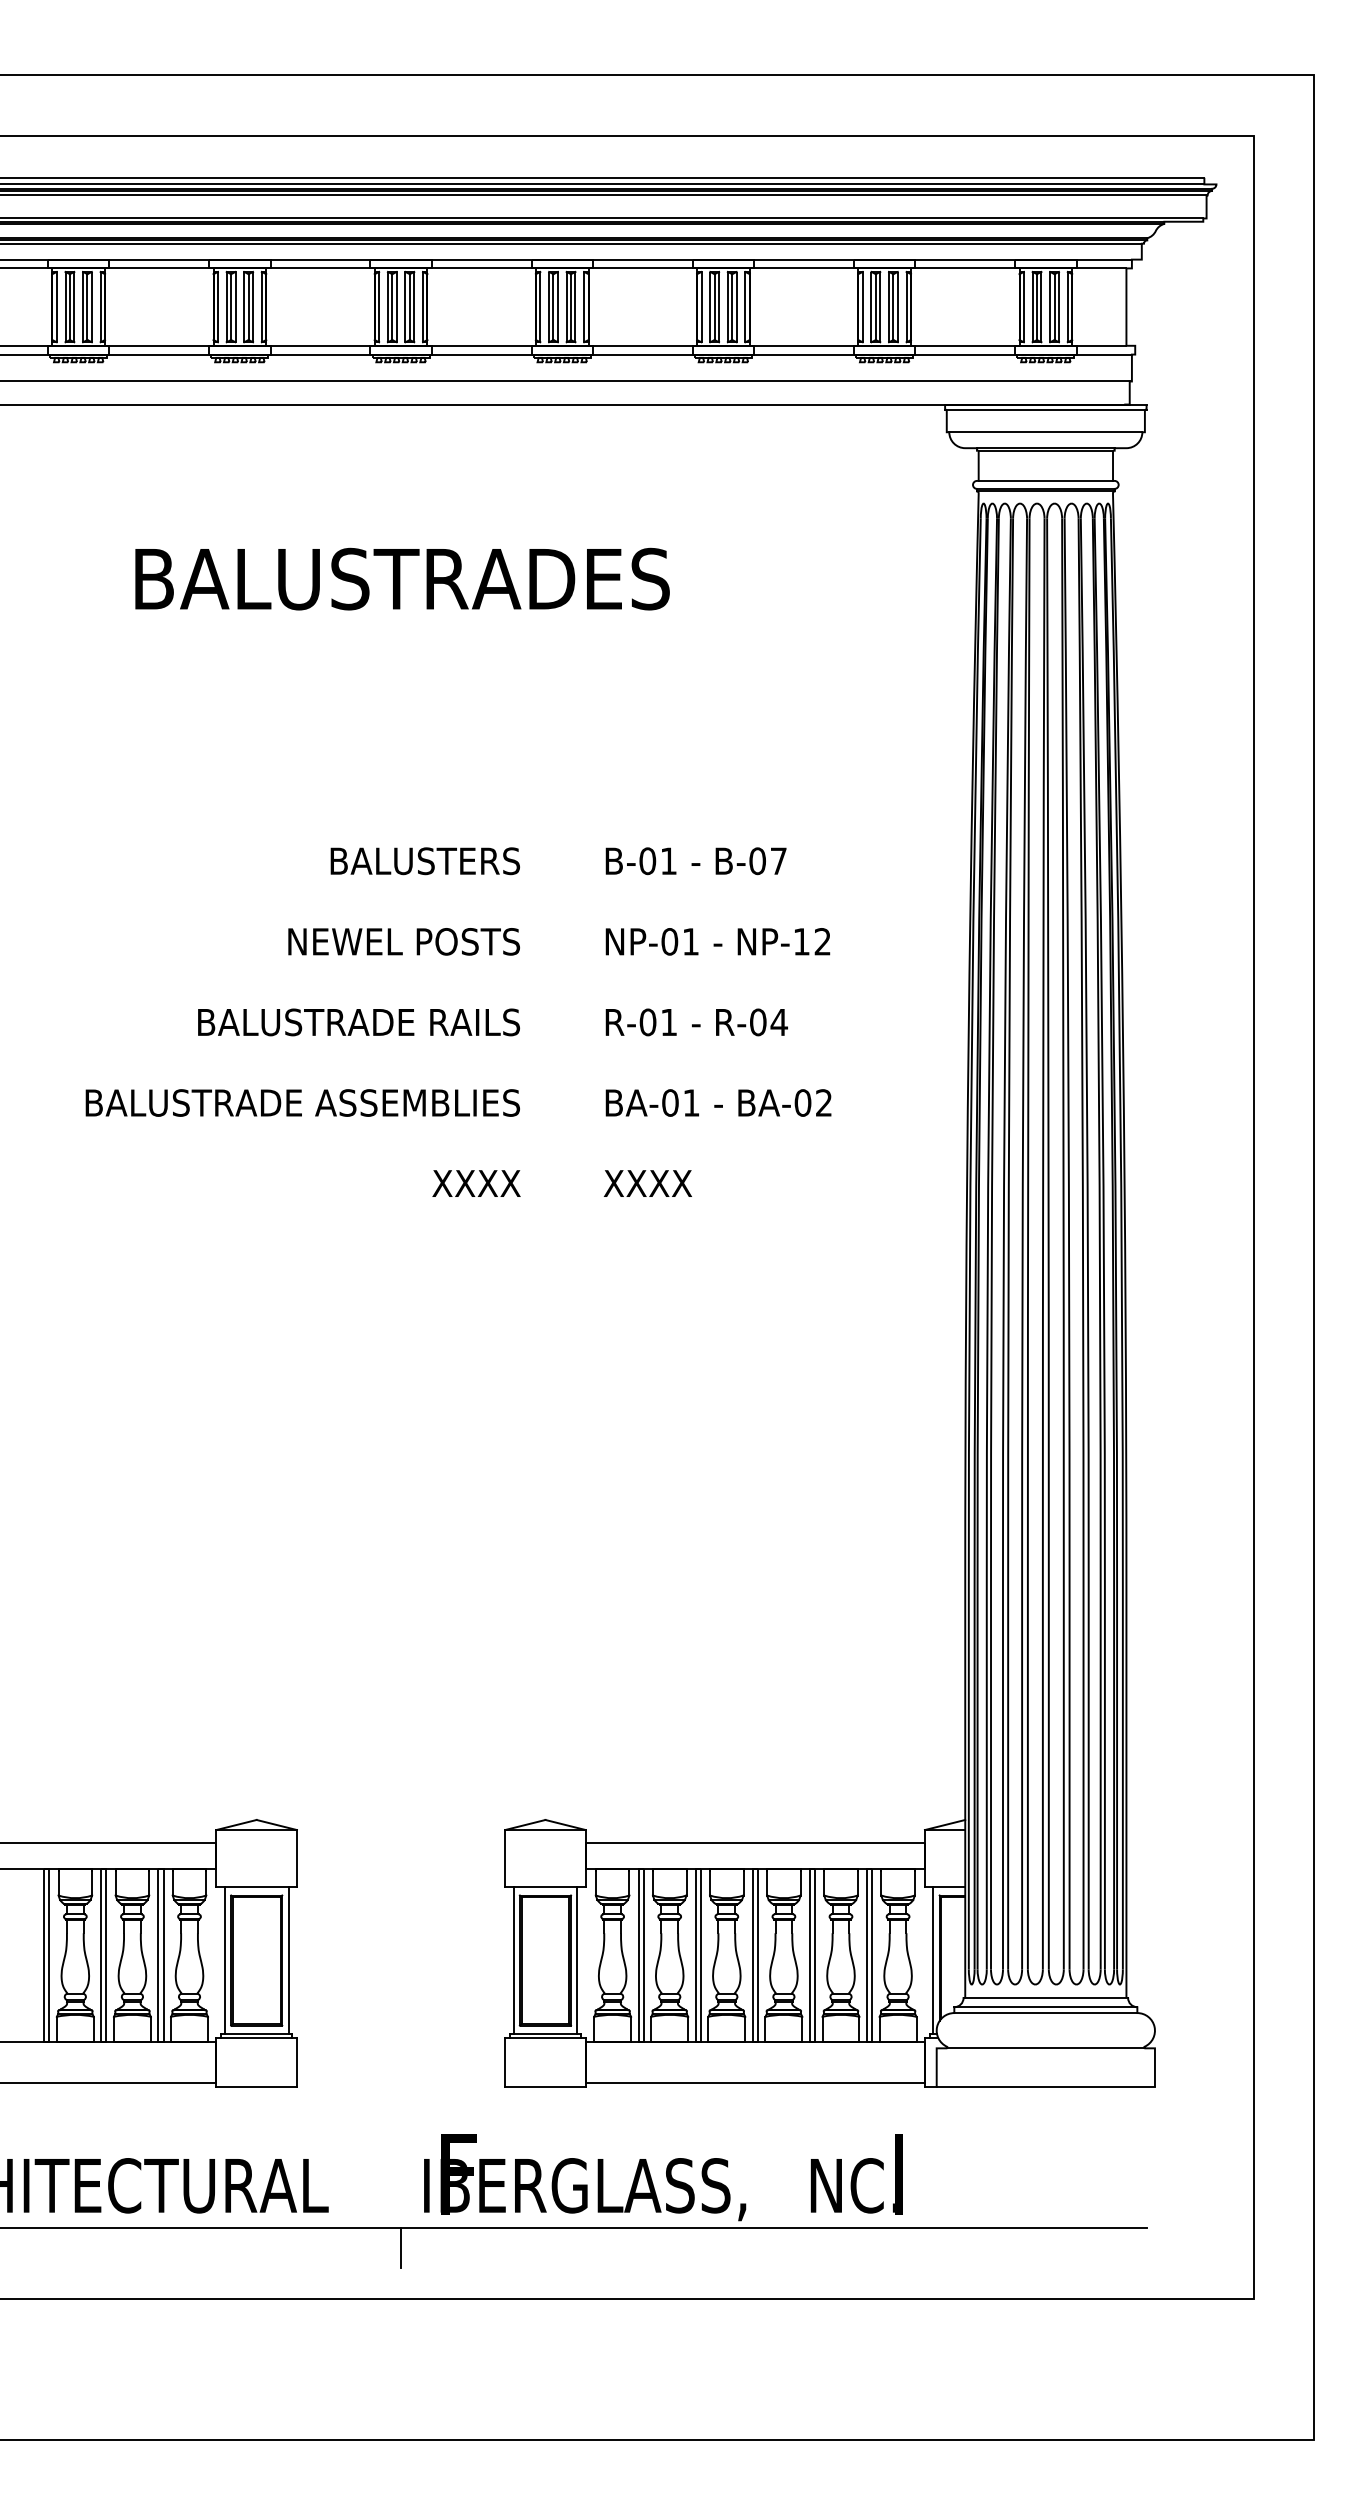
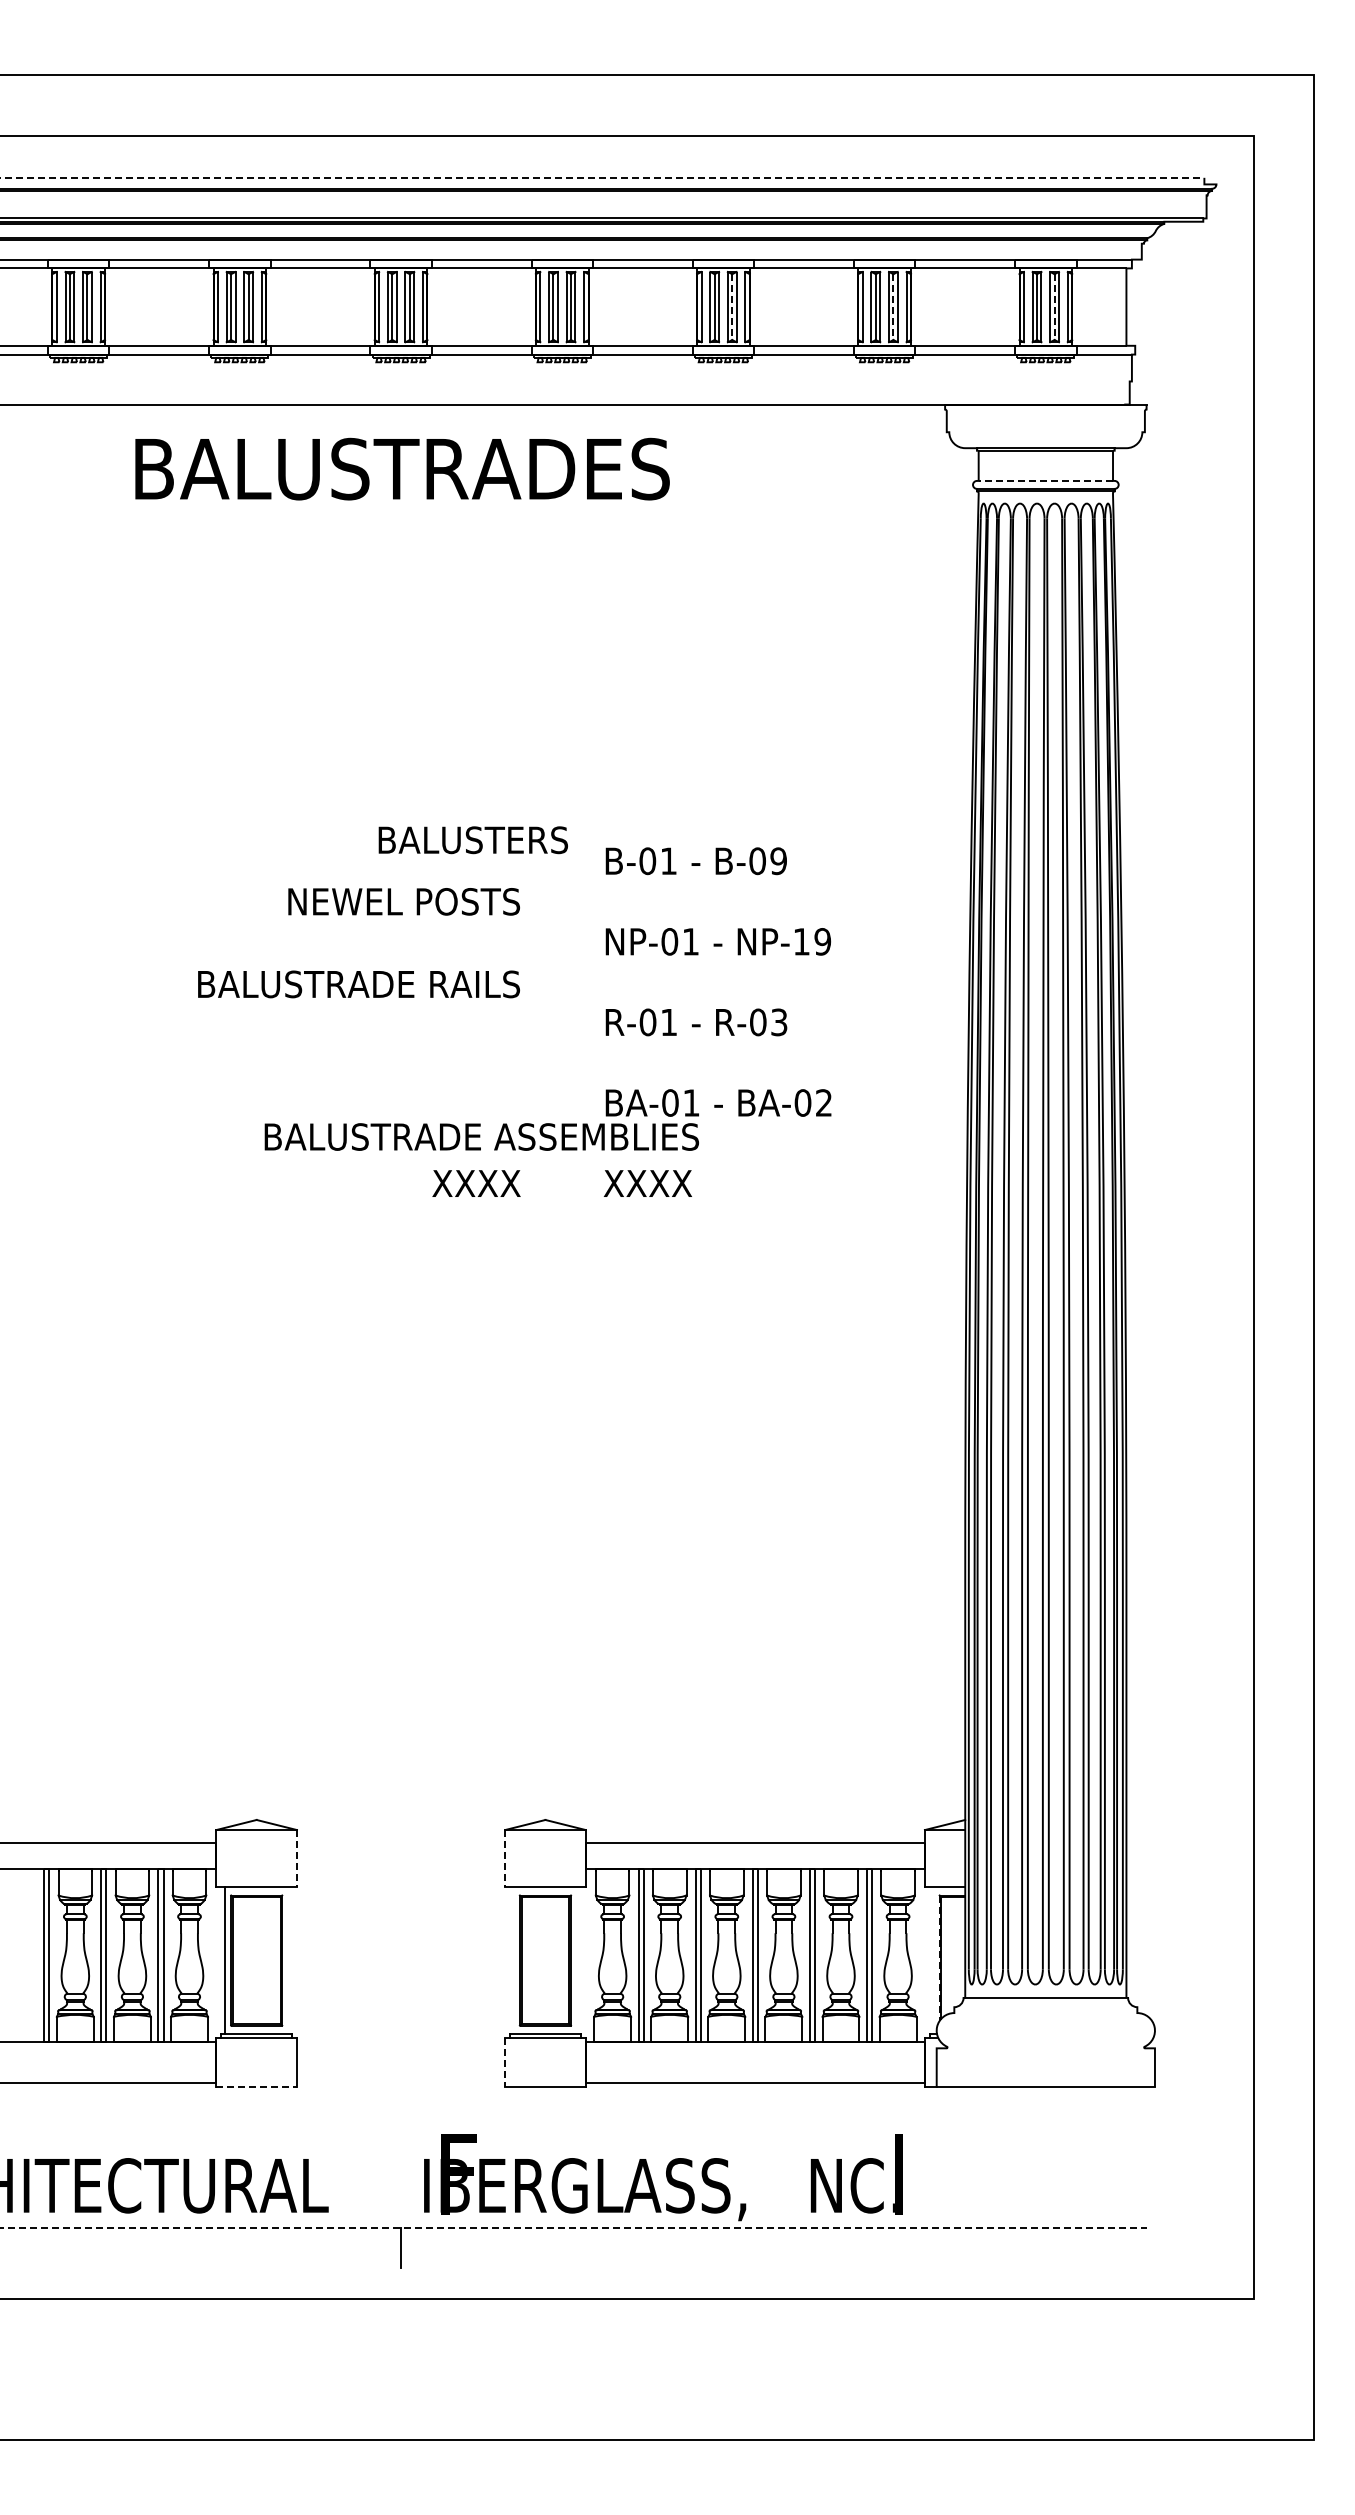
line at (602, 177): solid -> dashed
line at (603, 184): present -> none
line at (604, 195): present -> none
line at (571, 243): present -> none
line at (732, 307): solid -> dashed
line at (893, 307): solid -> dashed
line at (1054, 307): solid -> dashed
line at (565, 381): present -> none
line at (1045, 409): present -> none
line at (1045, 432): present -> none
line at (1045, 480): solid -> dashed
text at (402, 578) position: (402, 578) -> (402, 468)
text at (424, 861) position: (424, 861) -> (472, 840)
text at (778, 861): B-07 -> B-09
text at (403, 941) position: (403, 941) -> (403, 901)
text at (822, 941): NP-12 -> NP-19
text at (358, 1022) position: (358, 1022) -> (358, 984)
text at (778, 1022): R-04 -> R-03
text at (302, 1102) position: (302, 1102) -> (481, 1136)
line at (296, 1858): solid -> dashed
line at (505, 1858): solid -> dashed
line at (939, 1958): solid -> dashed
line at (288, 1960): present -> none
line at (513, 1960): present -> none
line at (577, 1960): present -> none
line at (933, 1960): present -> none
line at (1045, 2007): present -> none
line at (1045, 2013): present -> none
line at (1045, 2048): present -> none
line at (505, 2063): solid -> dashed
line at (257, 2086): solid -> dashed
line at (573, 2227): solid -> dashed
